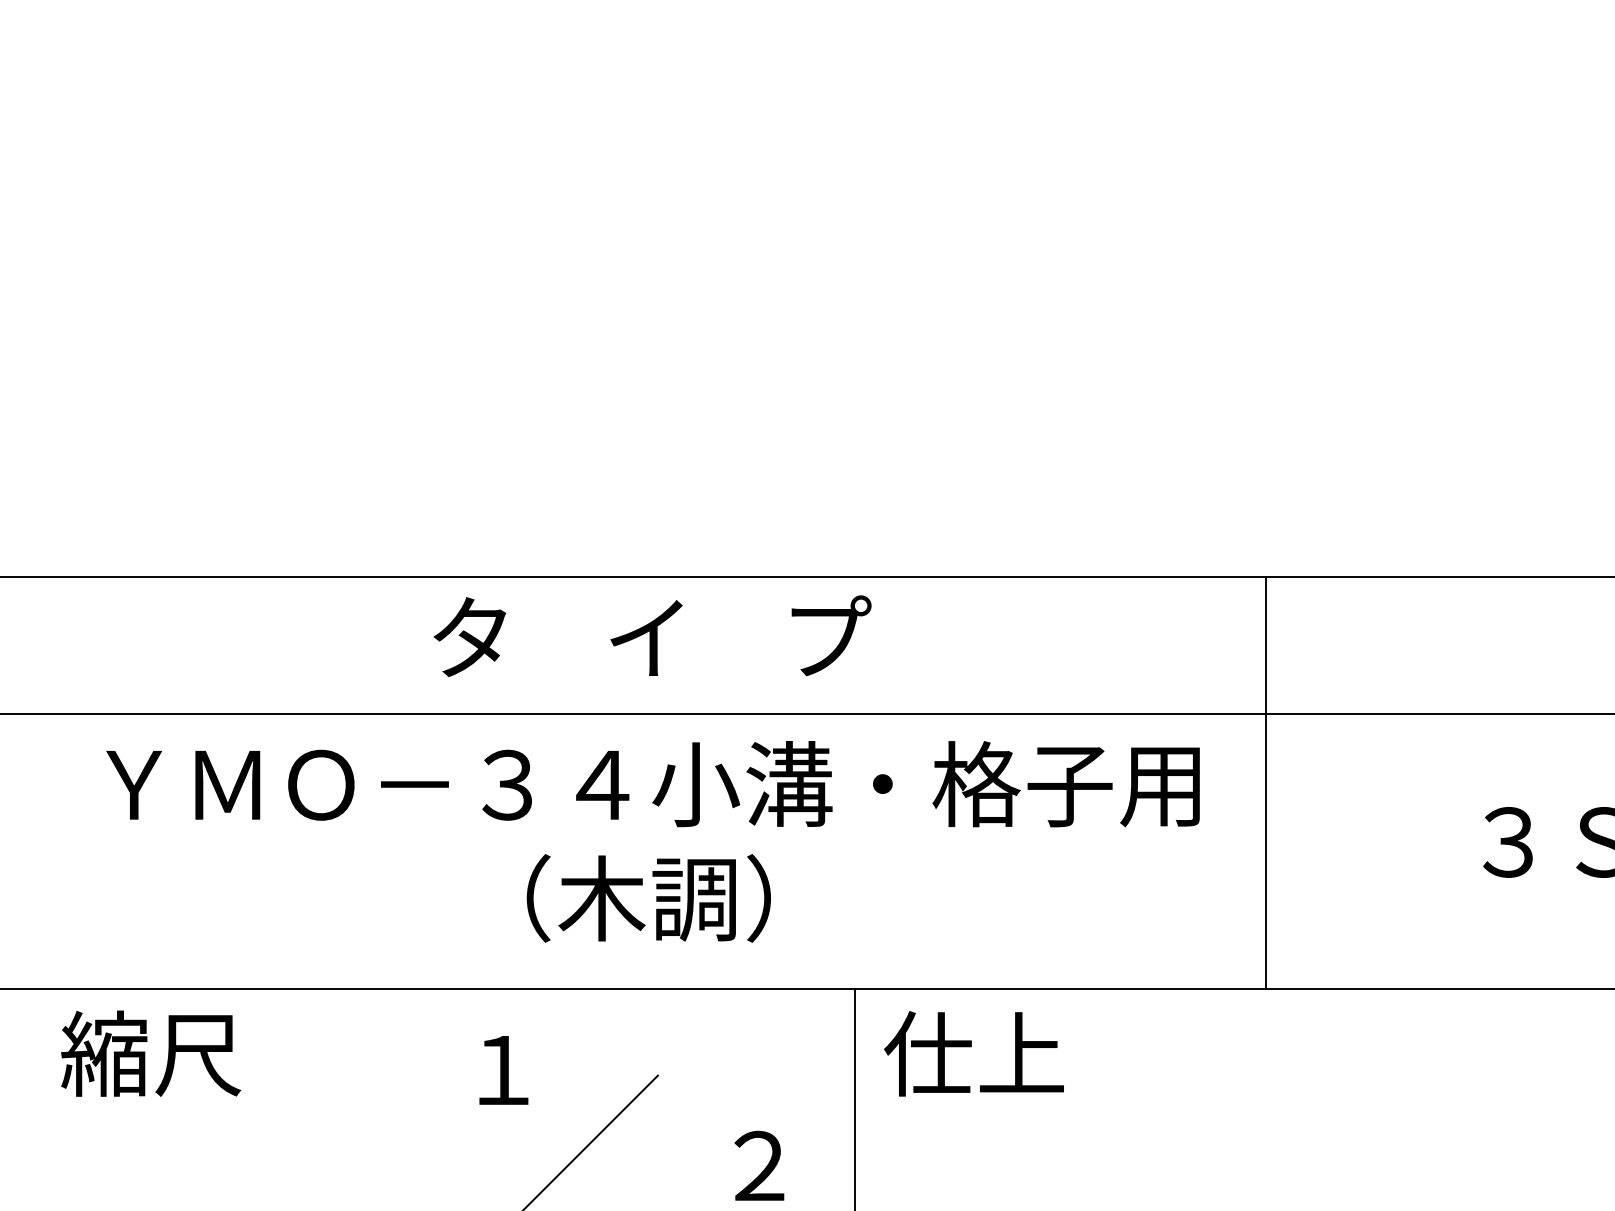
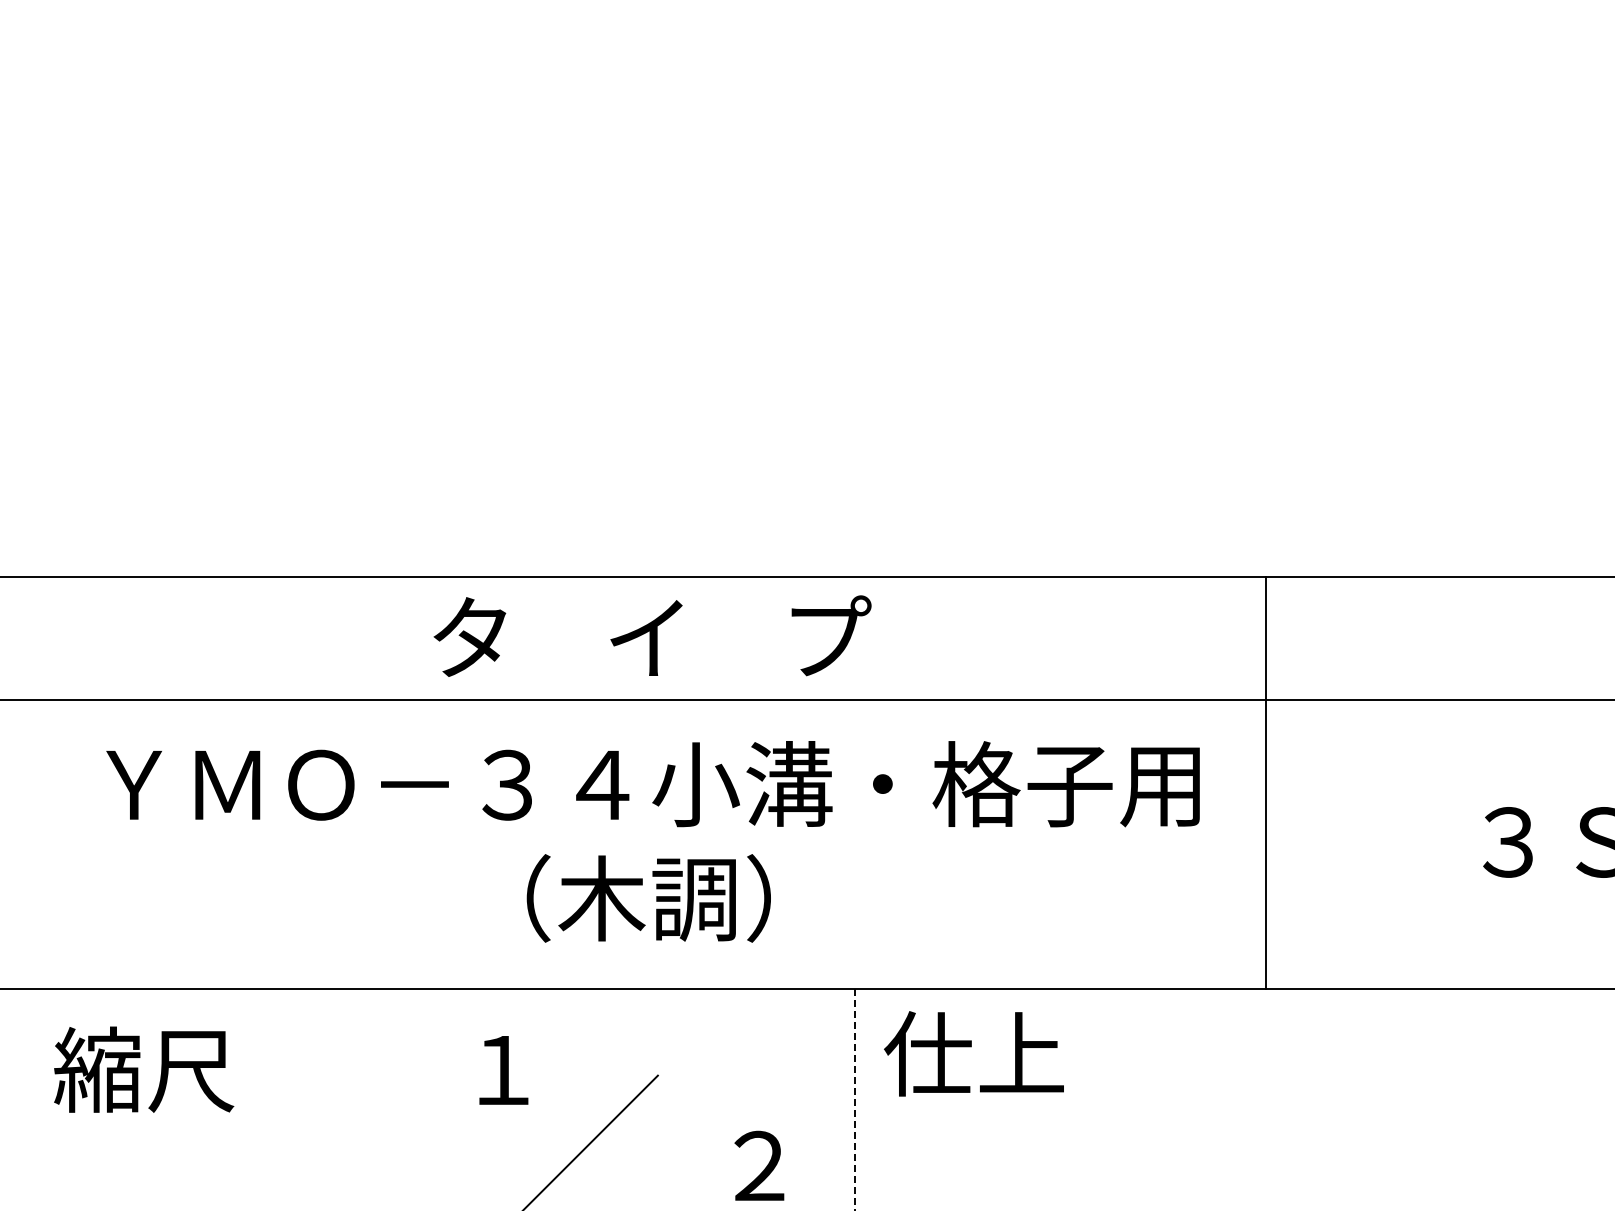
line at (806, 714) position: (806, 714) -> (806, 700)
text at (151, 1053) position: (151, 1053) -> (144, 1069)
line at (854, 1099): solid -> dashed
